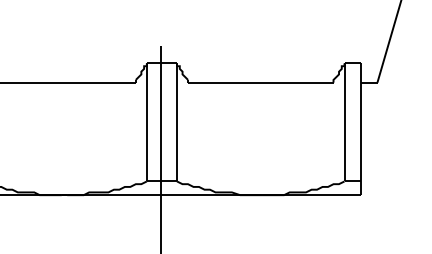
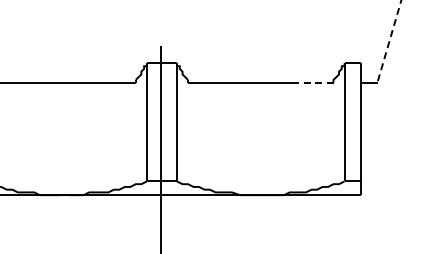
line at (389, 41): solid -> dashed
line at (312, 82): solid -> dashed
